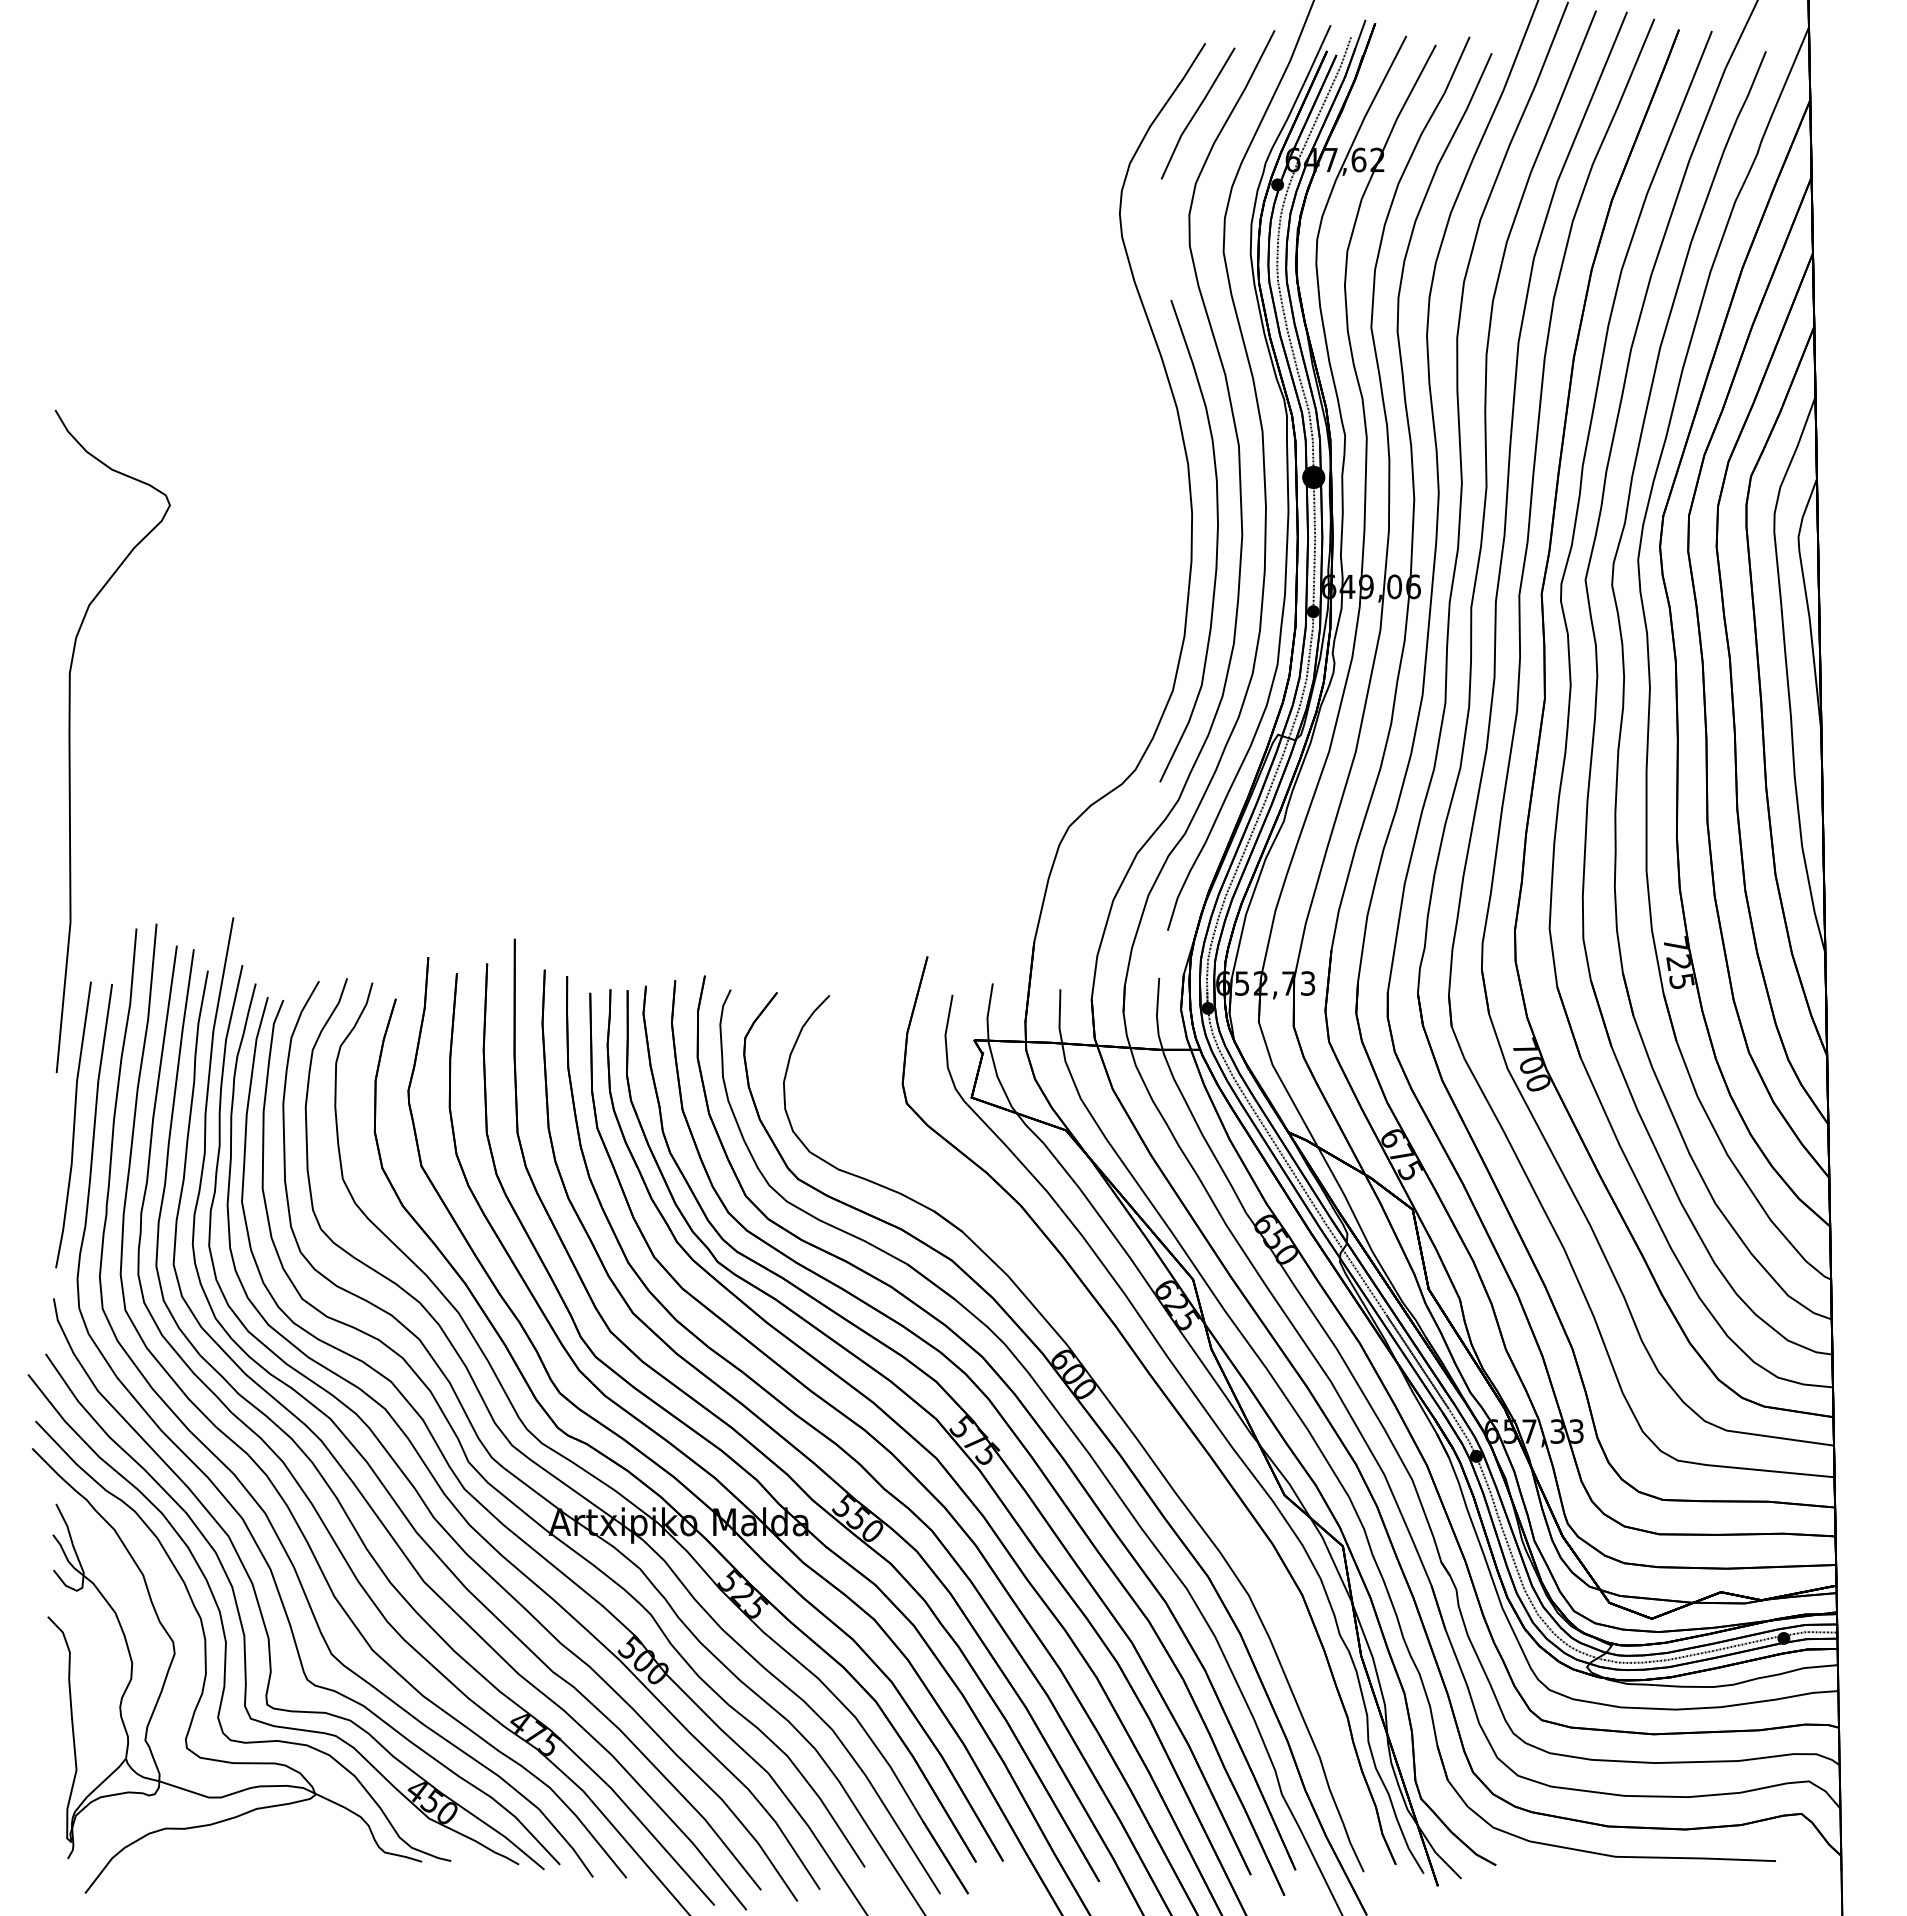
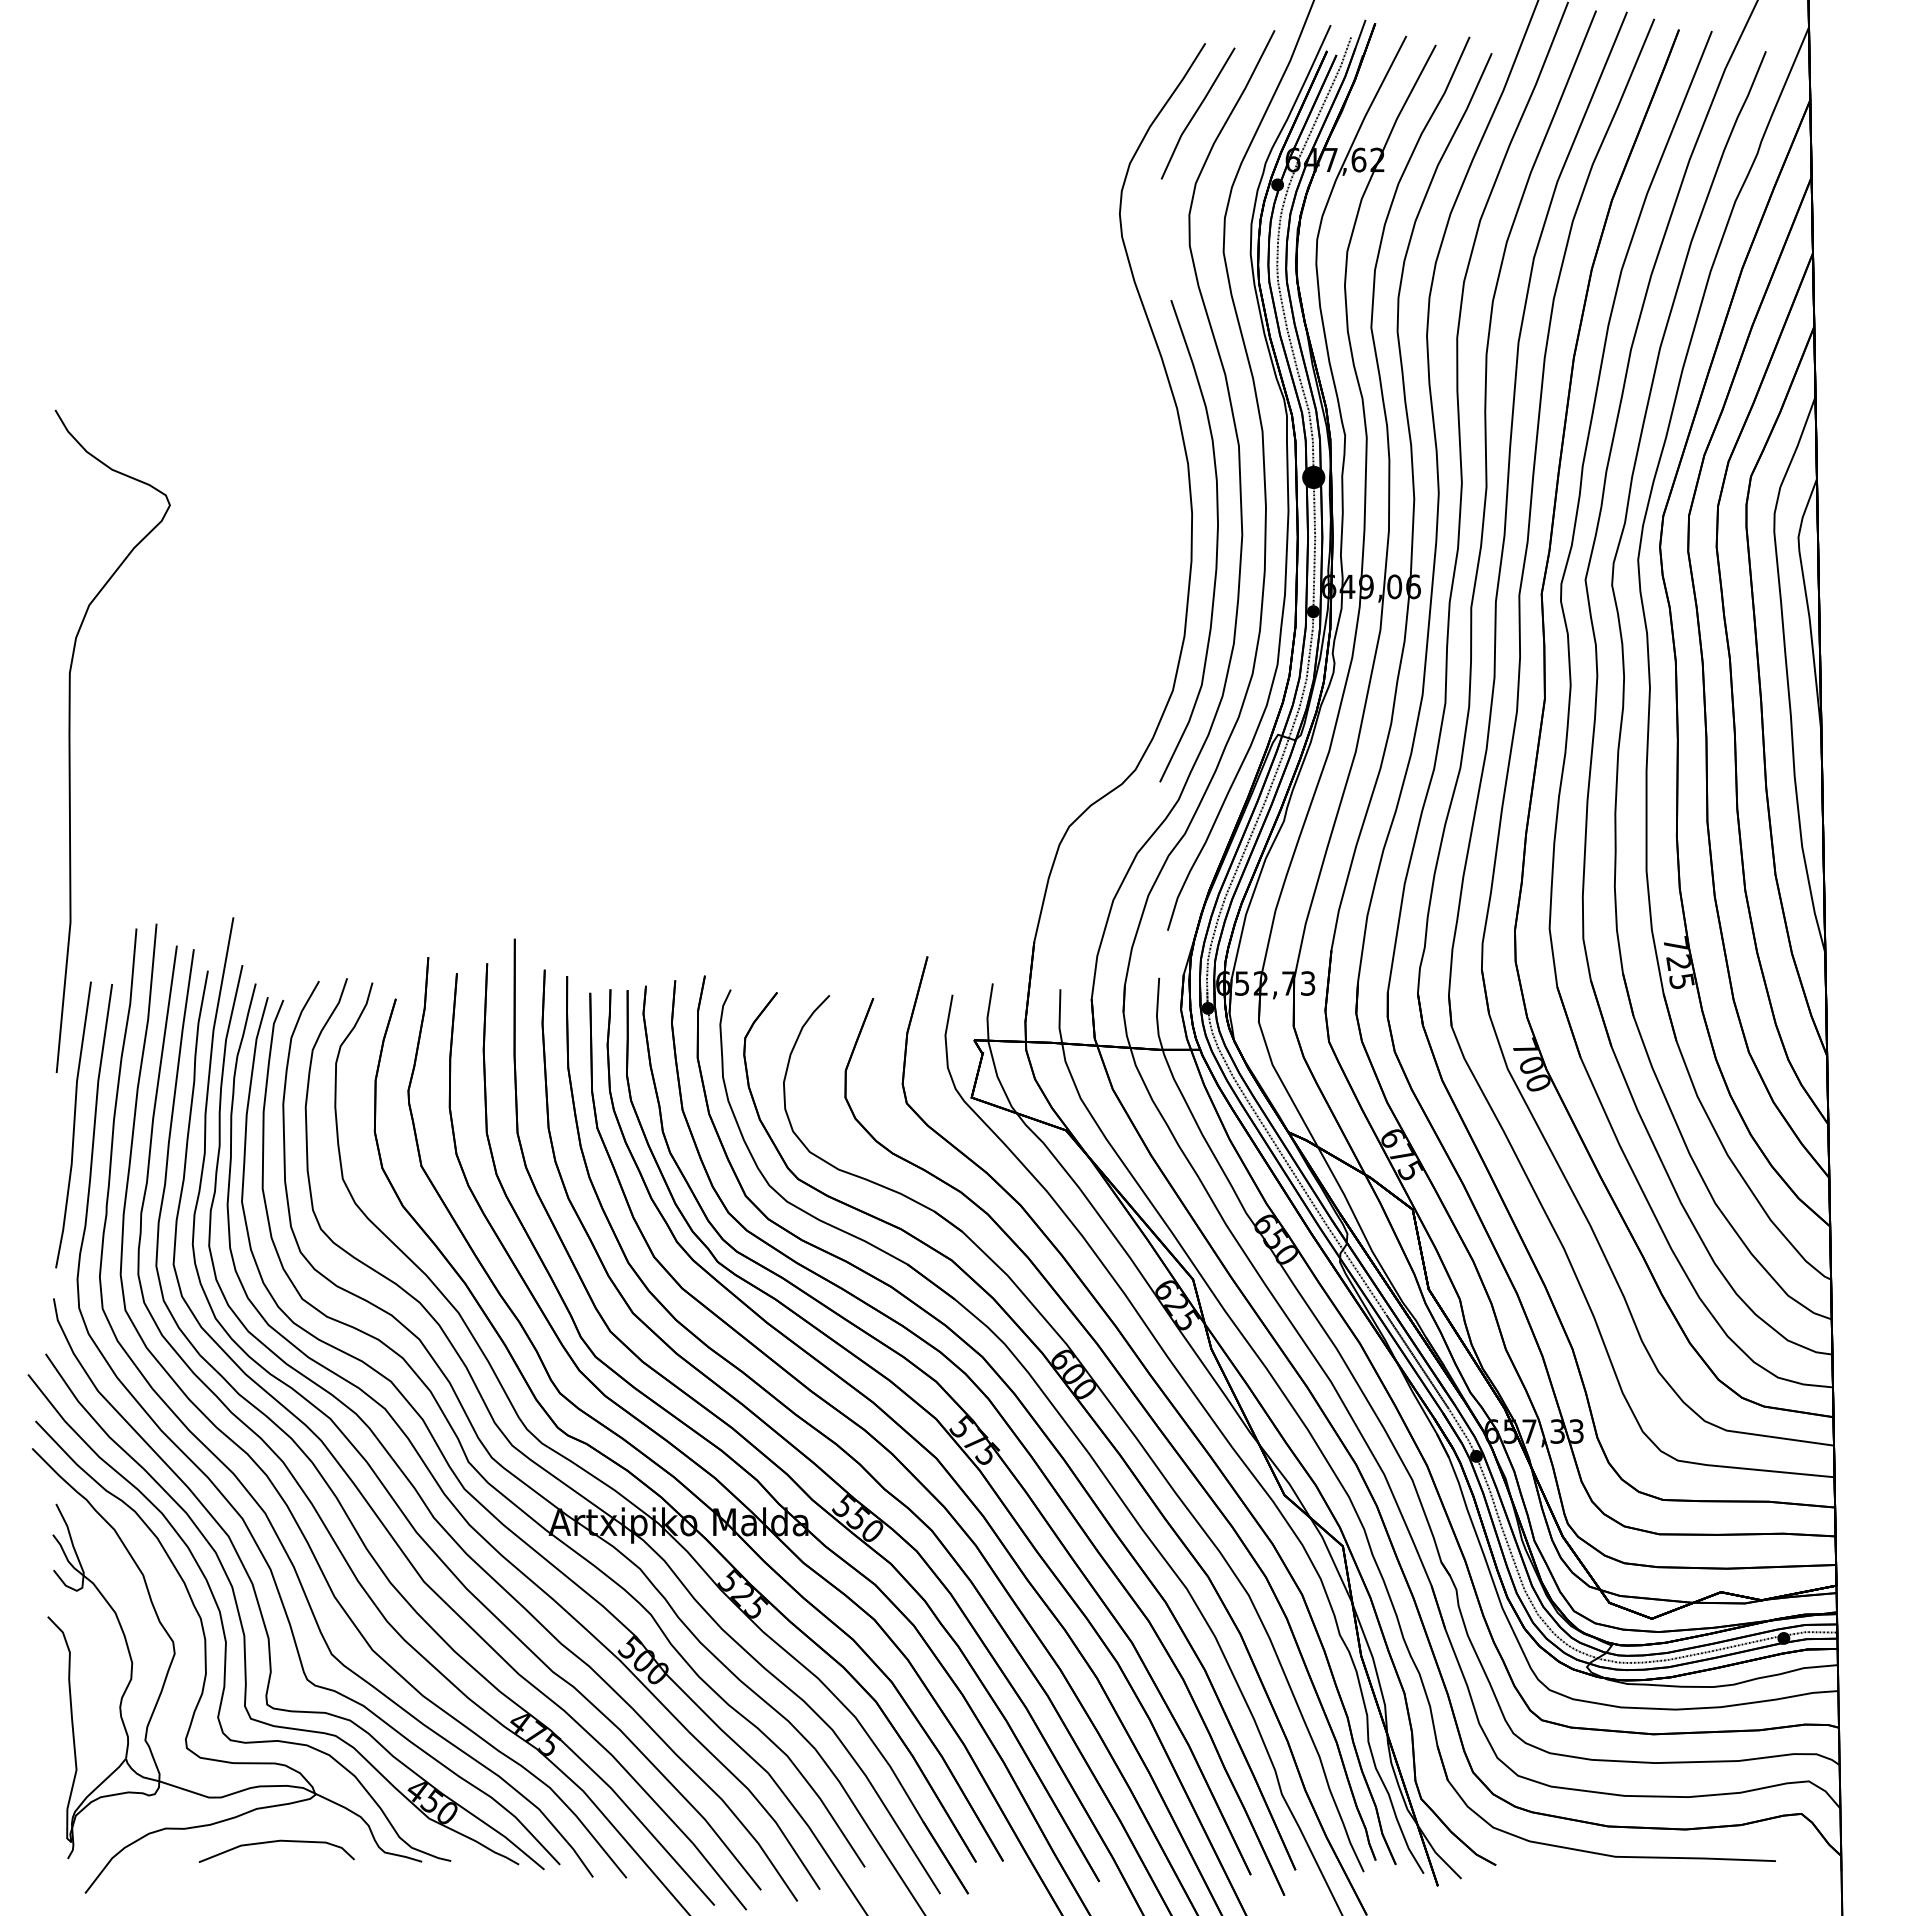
part at (1140, 1405): none -> present
curve at (276, 1842): none -> present
